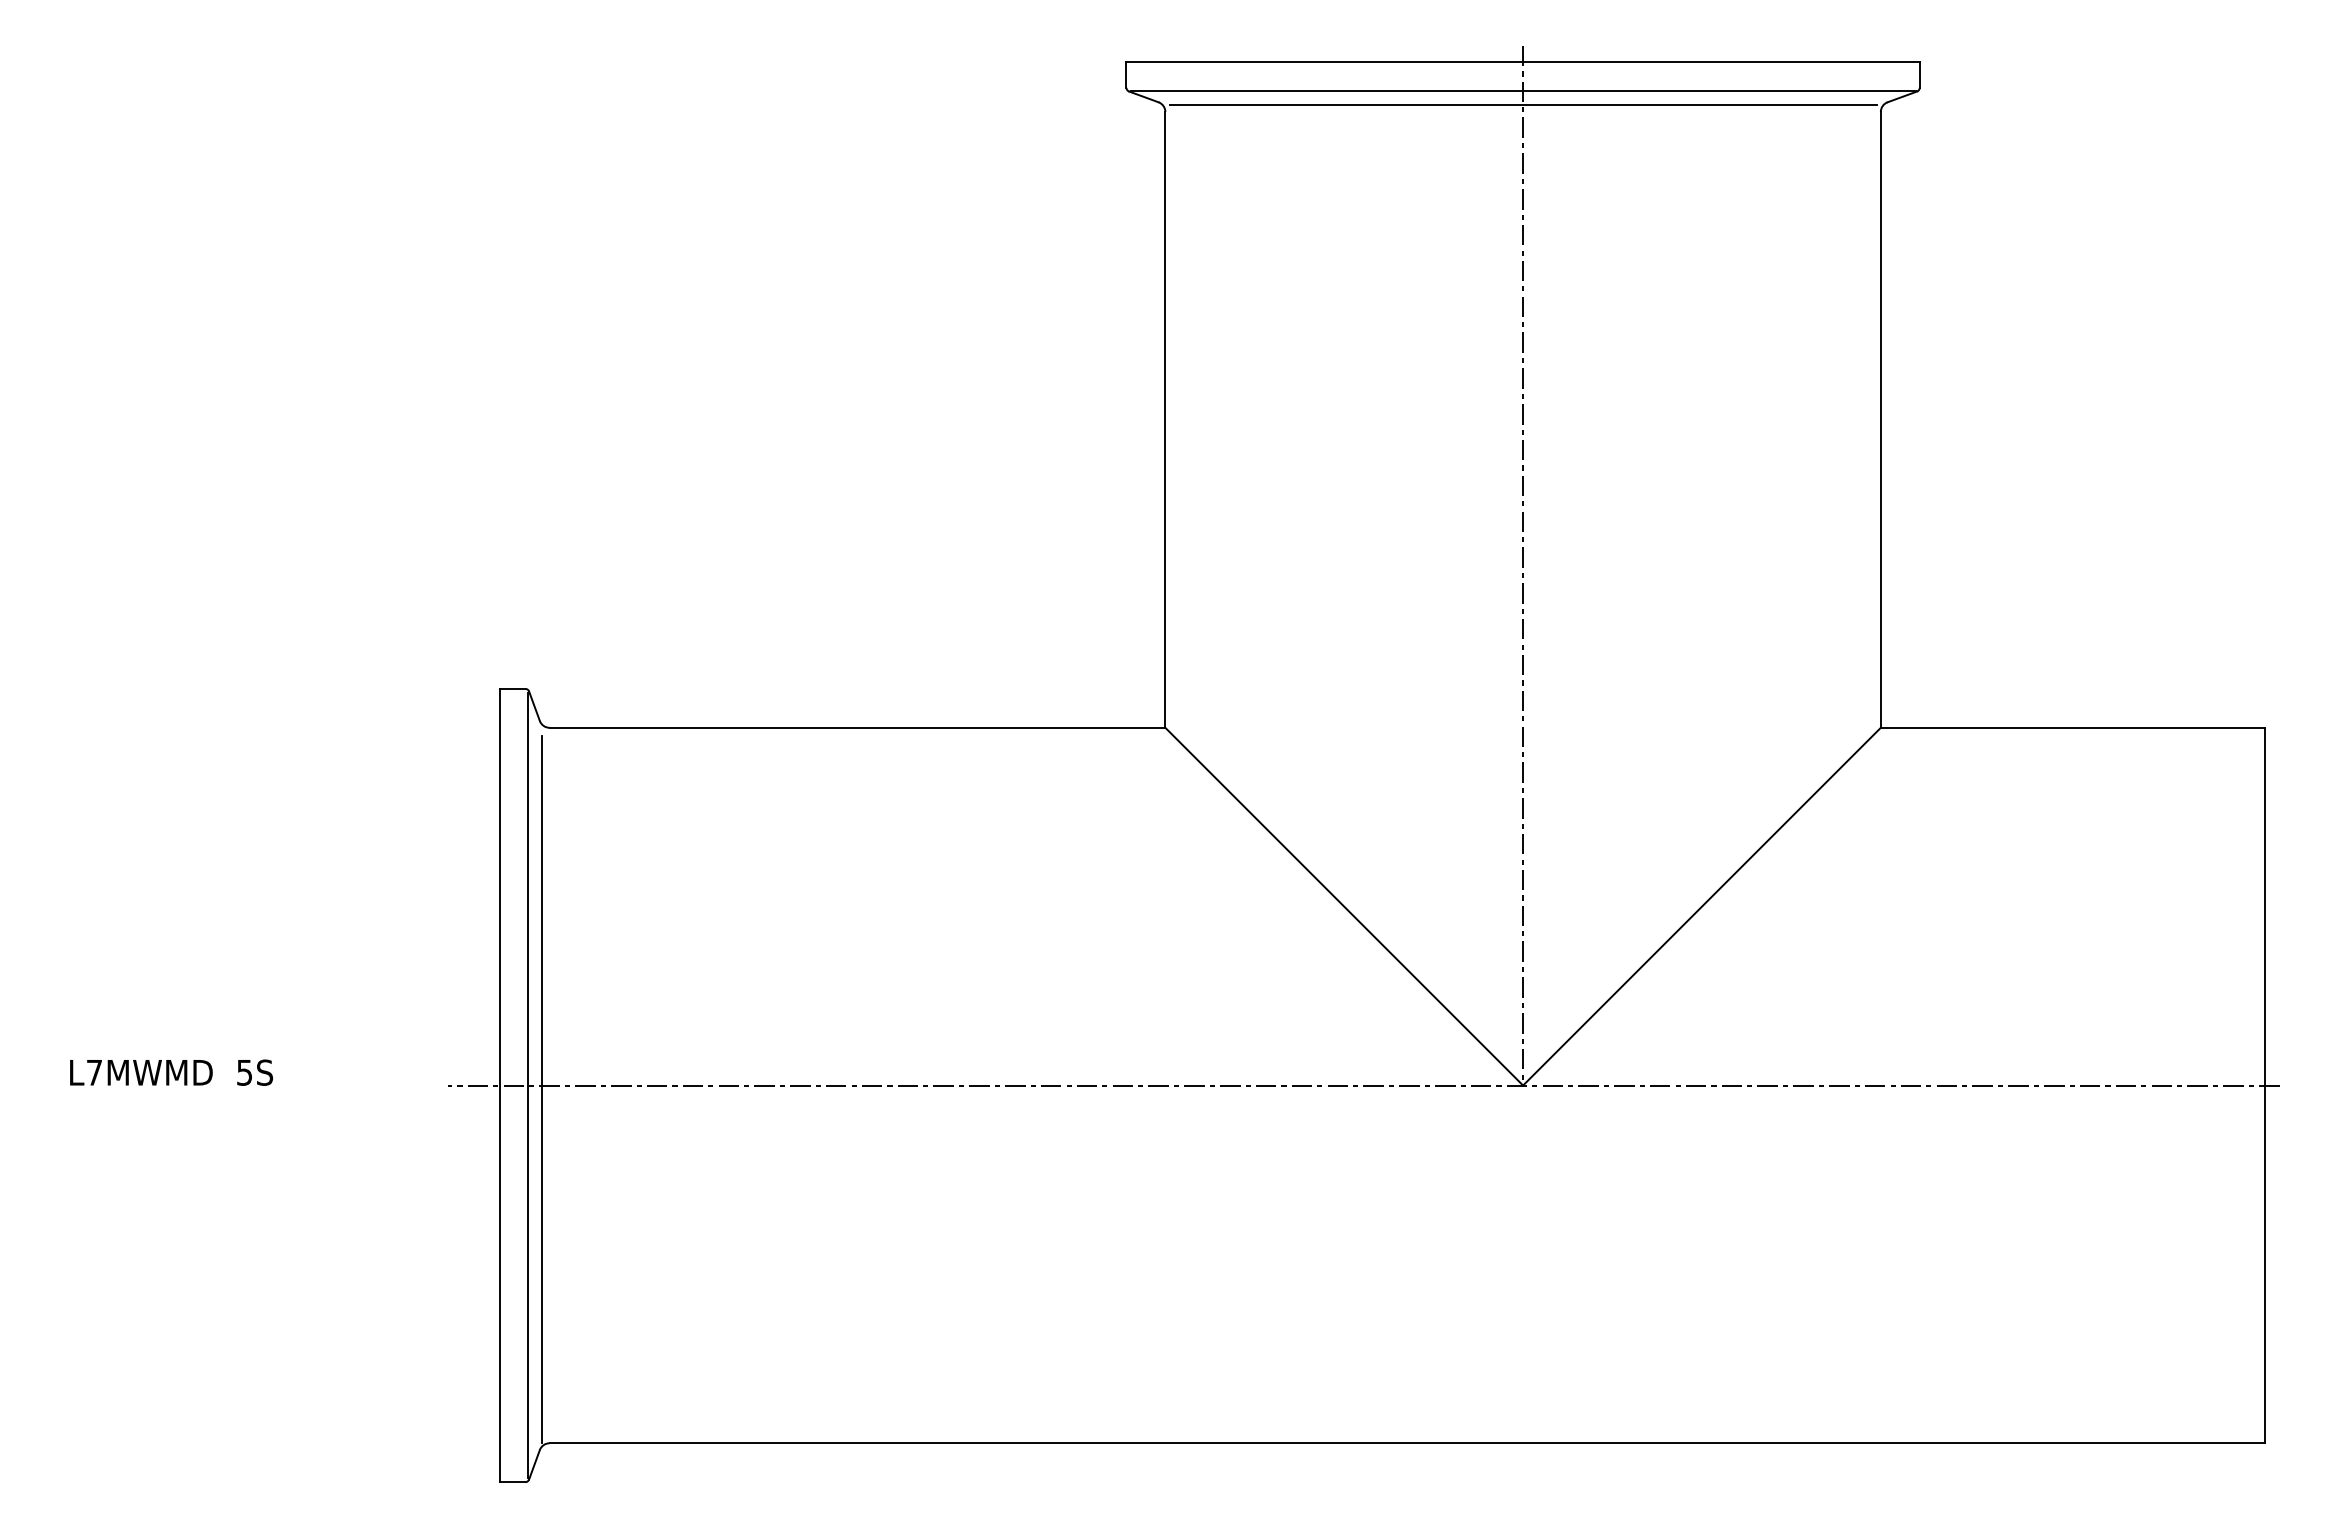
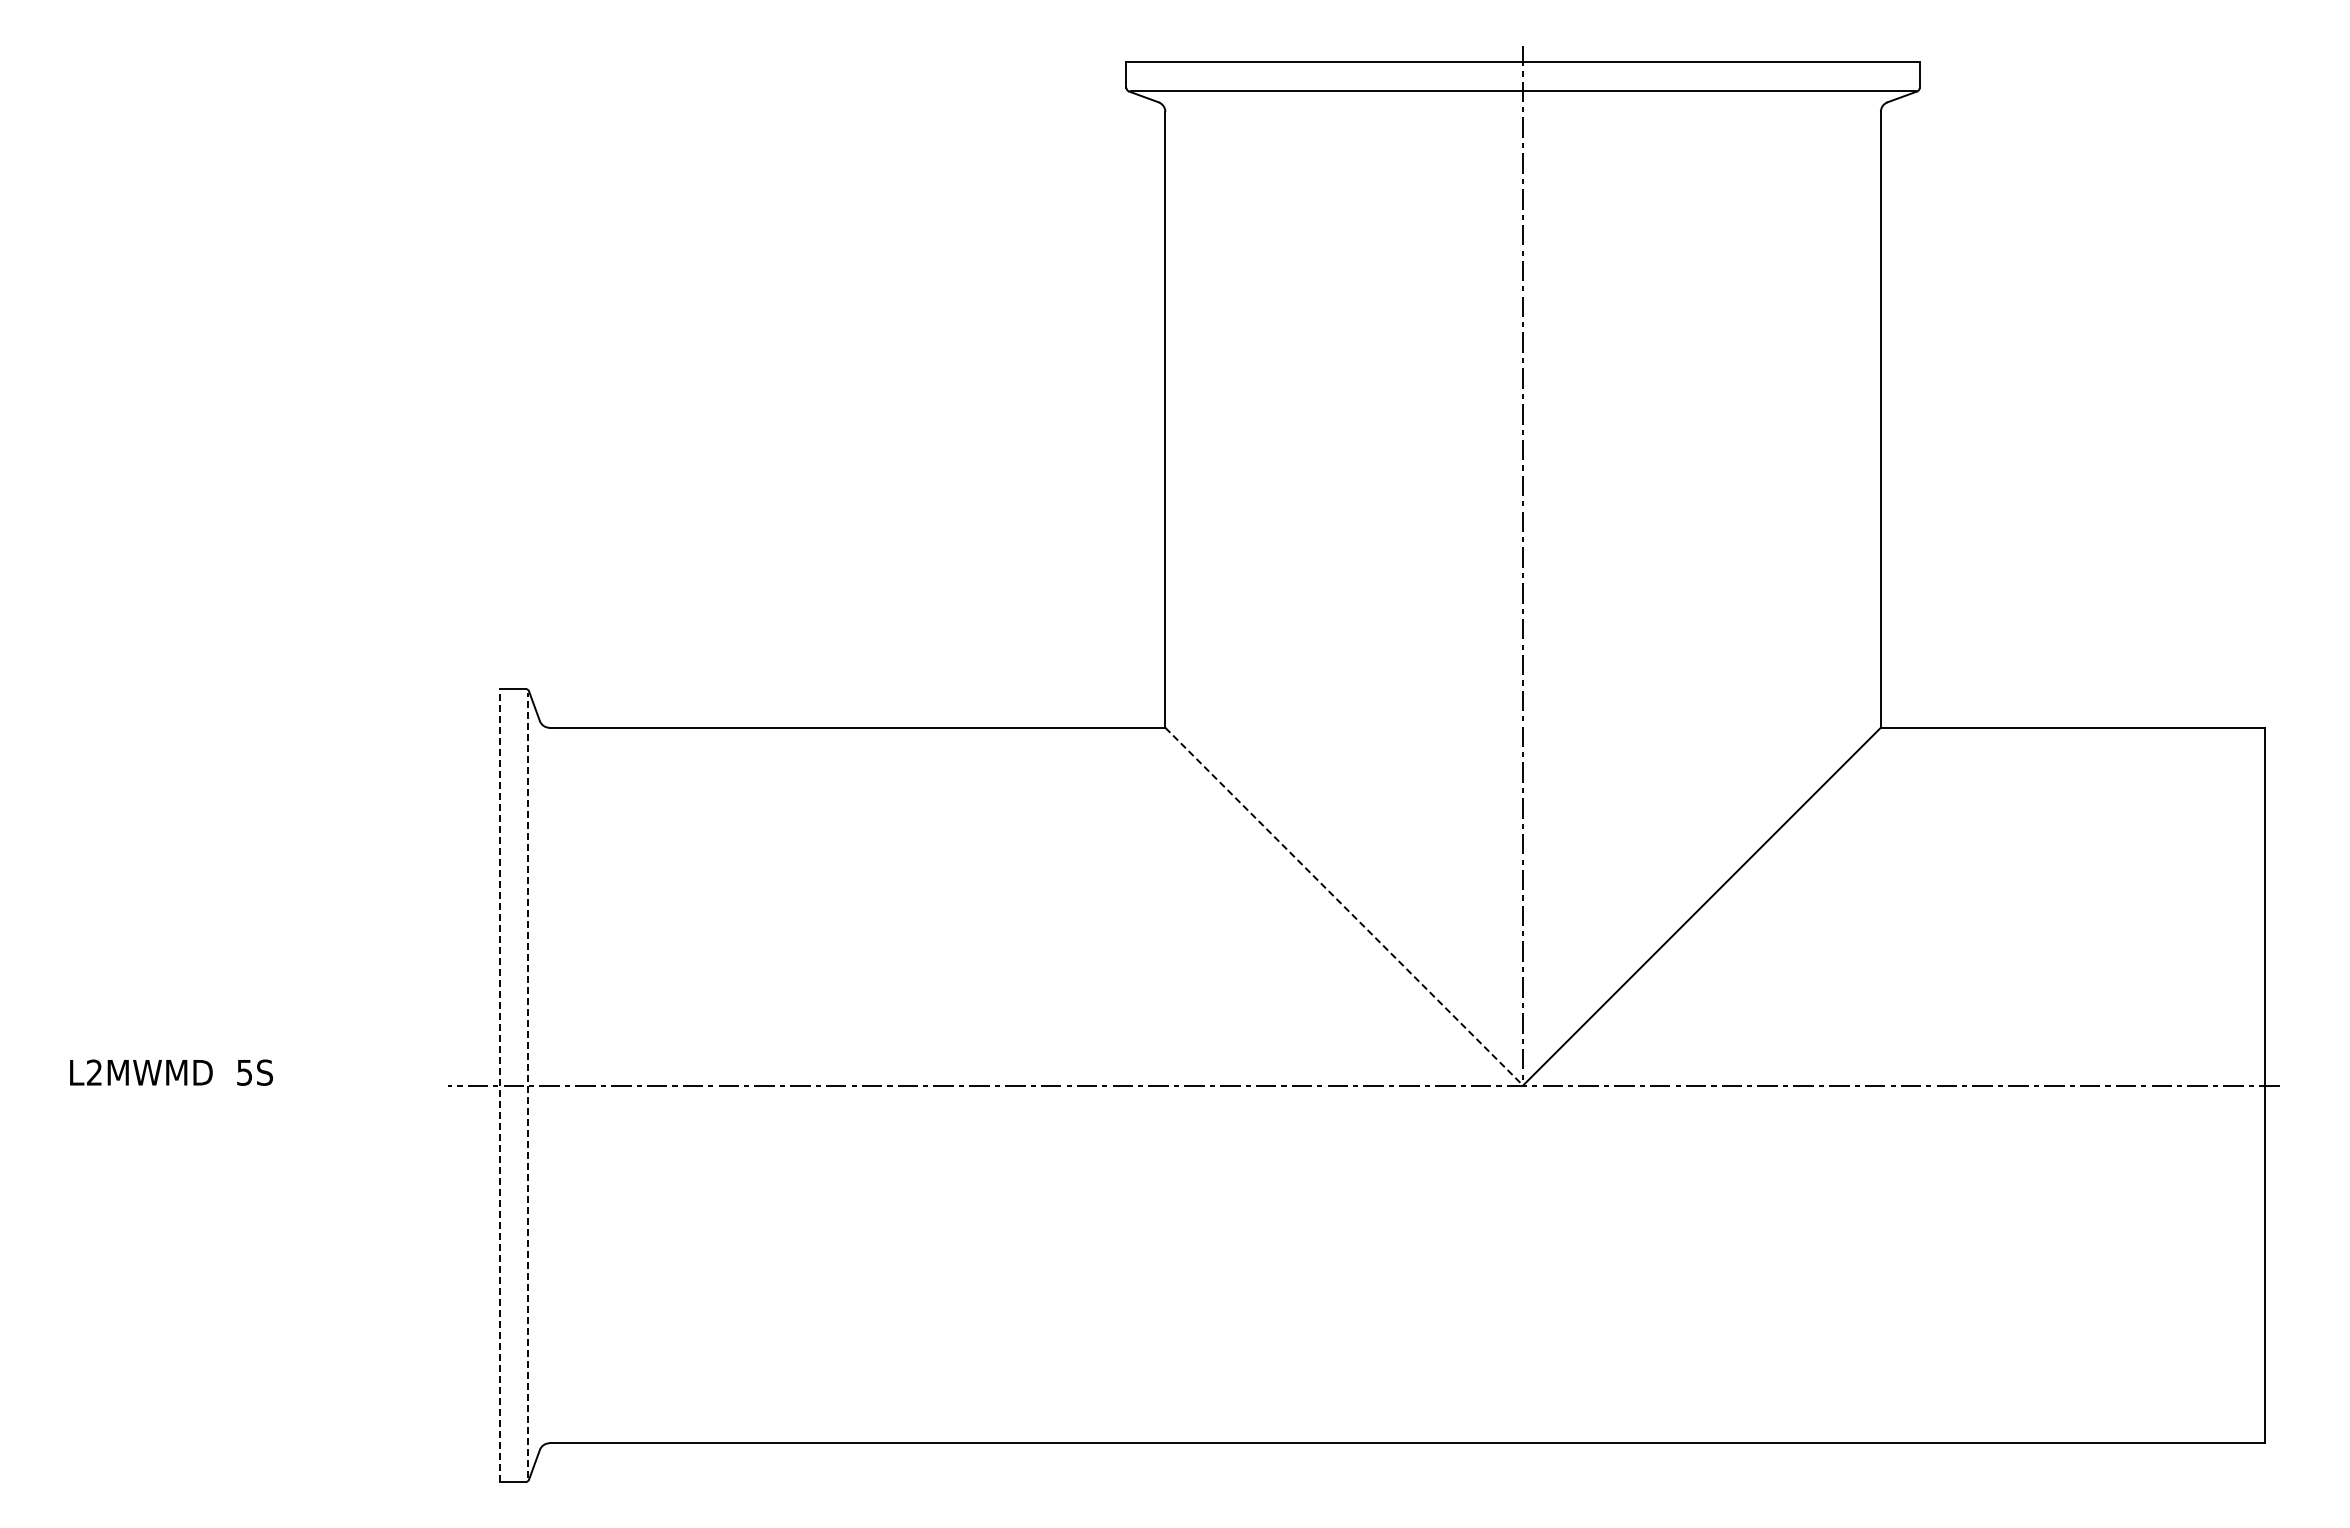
line at (1522, 104): present -> none
line at (1344, 906): solid -> dashed
text at (93, 1072): L7MWMD -> L2MWMD
line at (499, 1085): solid -> dashed
line at (528, 1085): solid -> dashed
line at (542, 1089): present -> none
